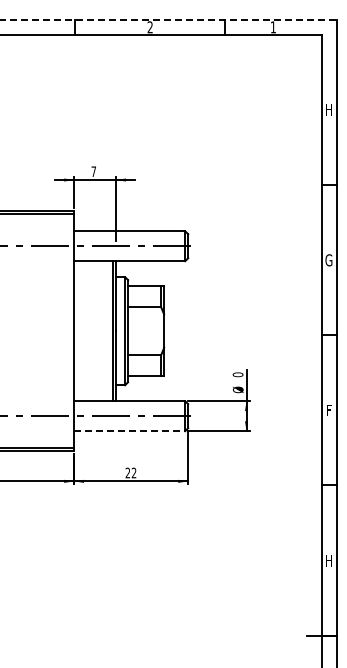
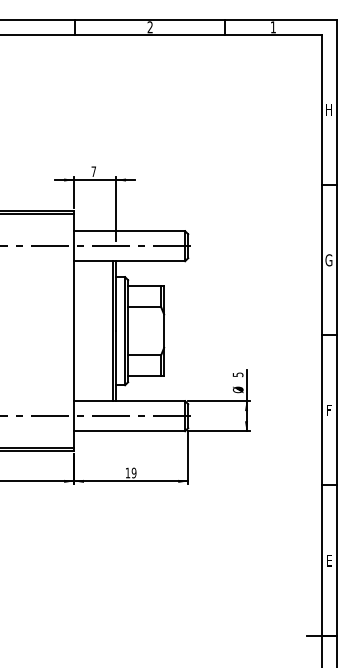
line at (168, 20): dashed -> solid
text at (237, 374): 0 -> 5
line at (129, 431): dashed -> solid
text at (130, 472): 22 -> 19
text at (328, 560): H -> E
